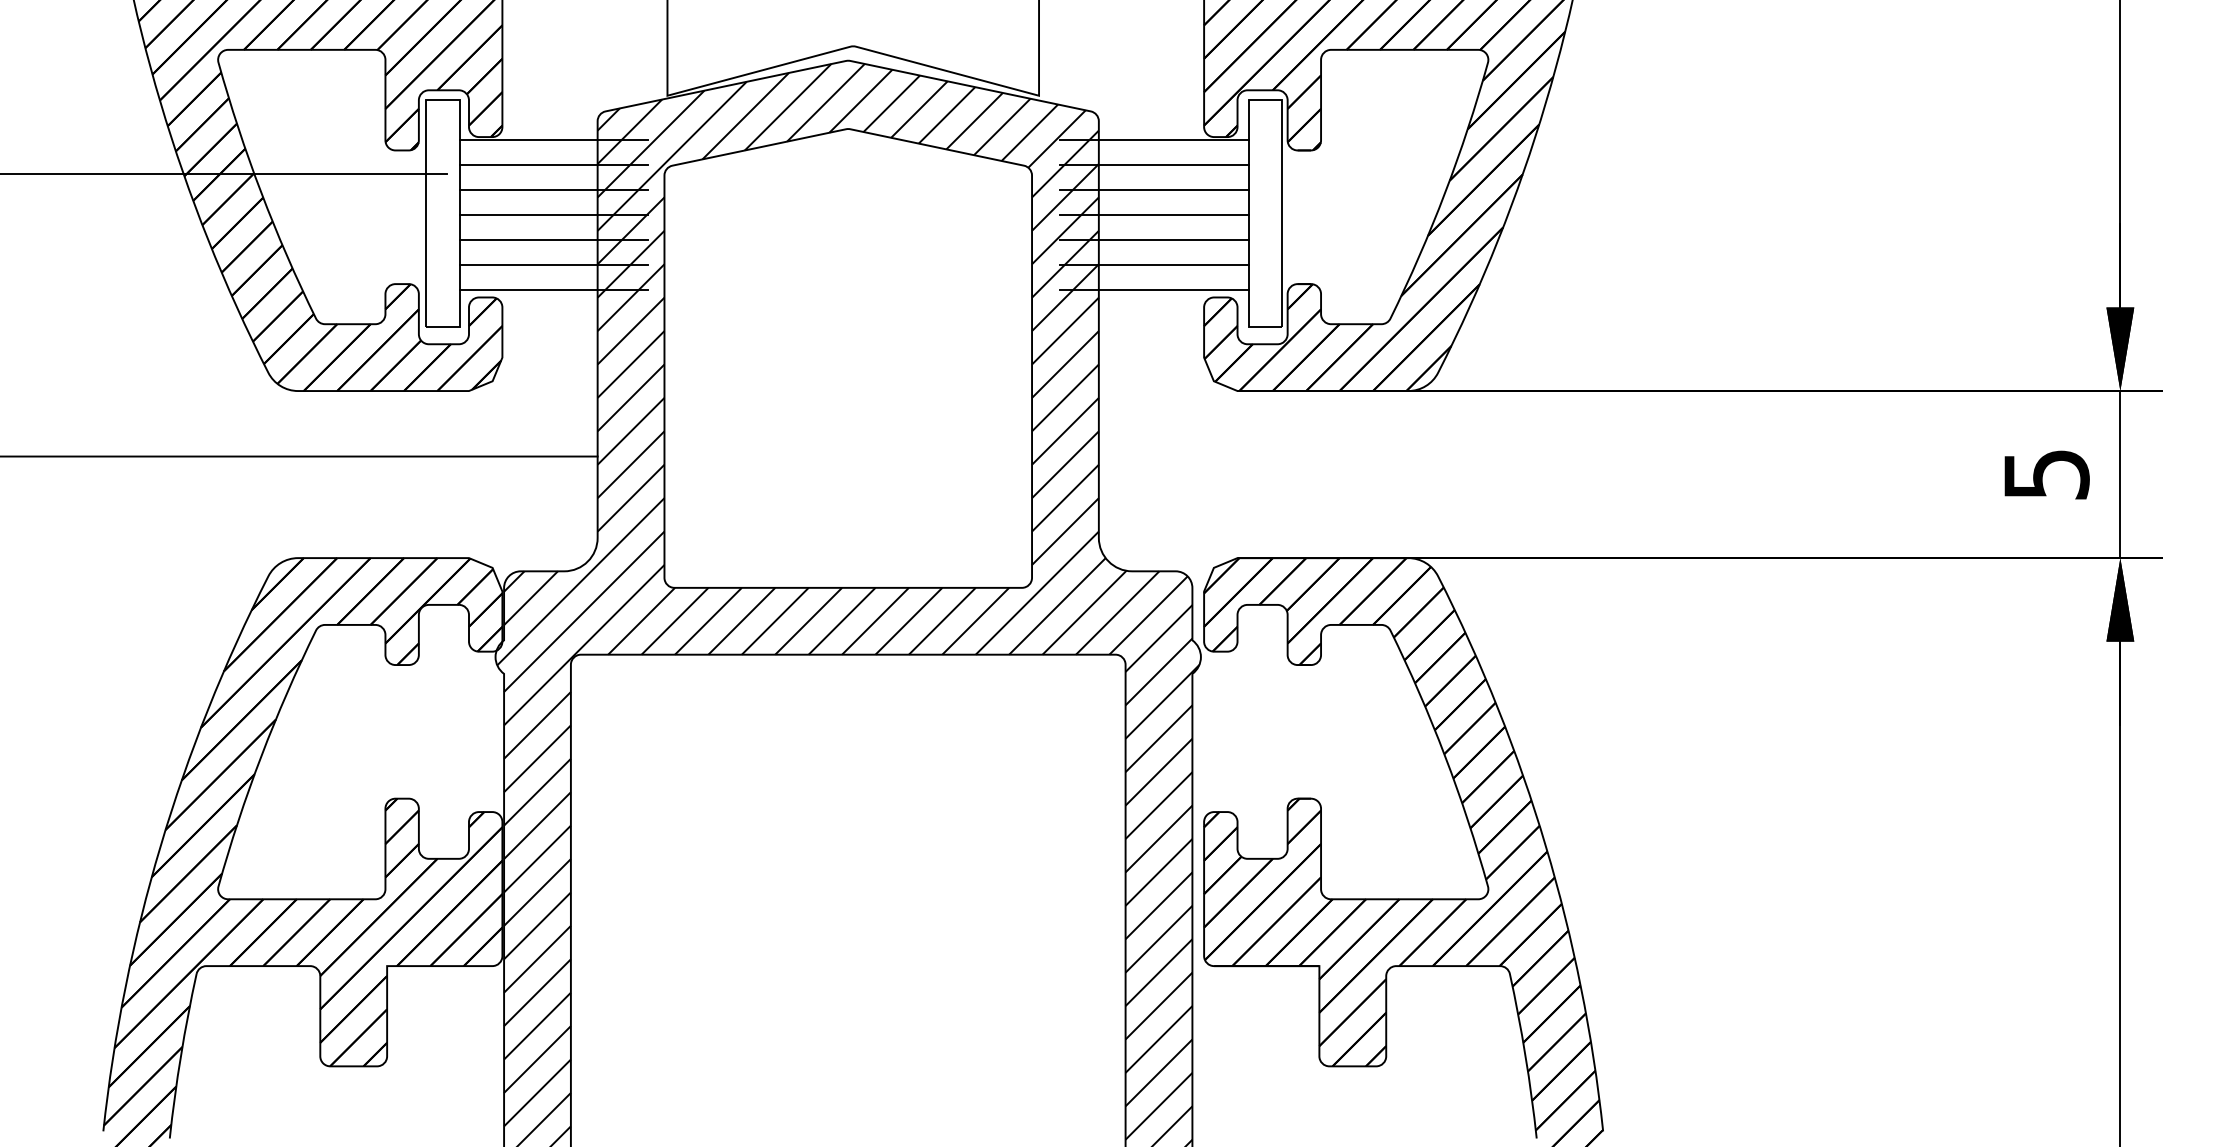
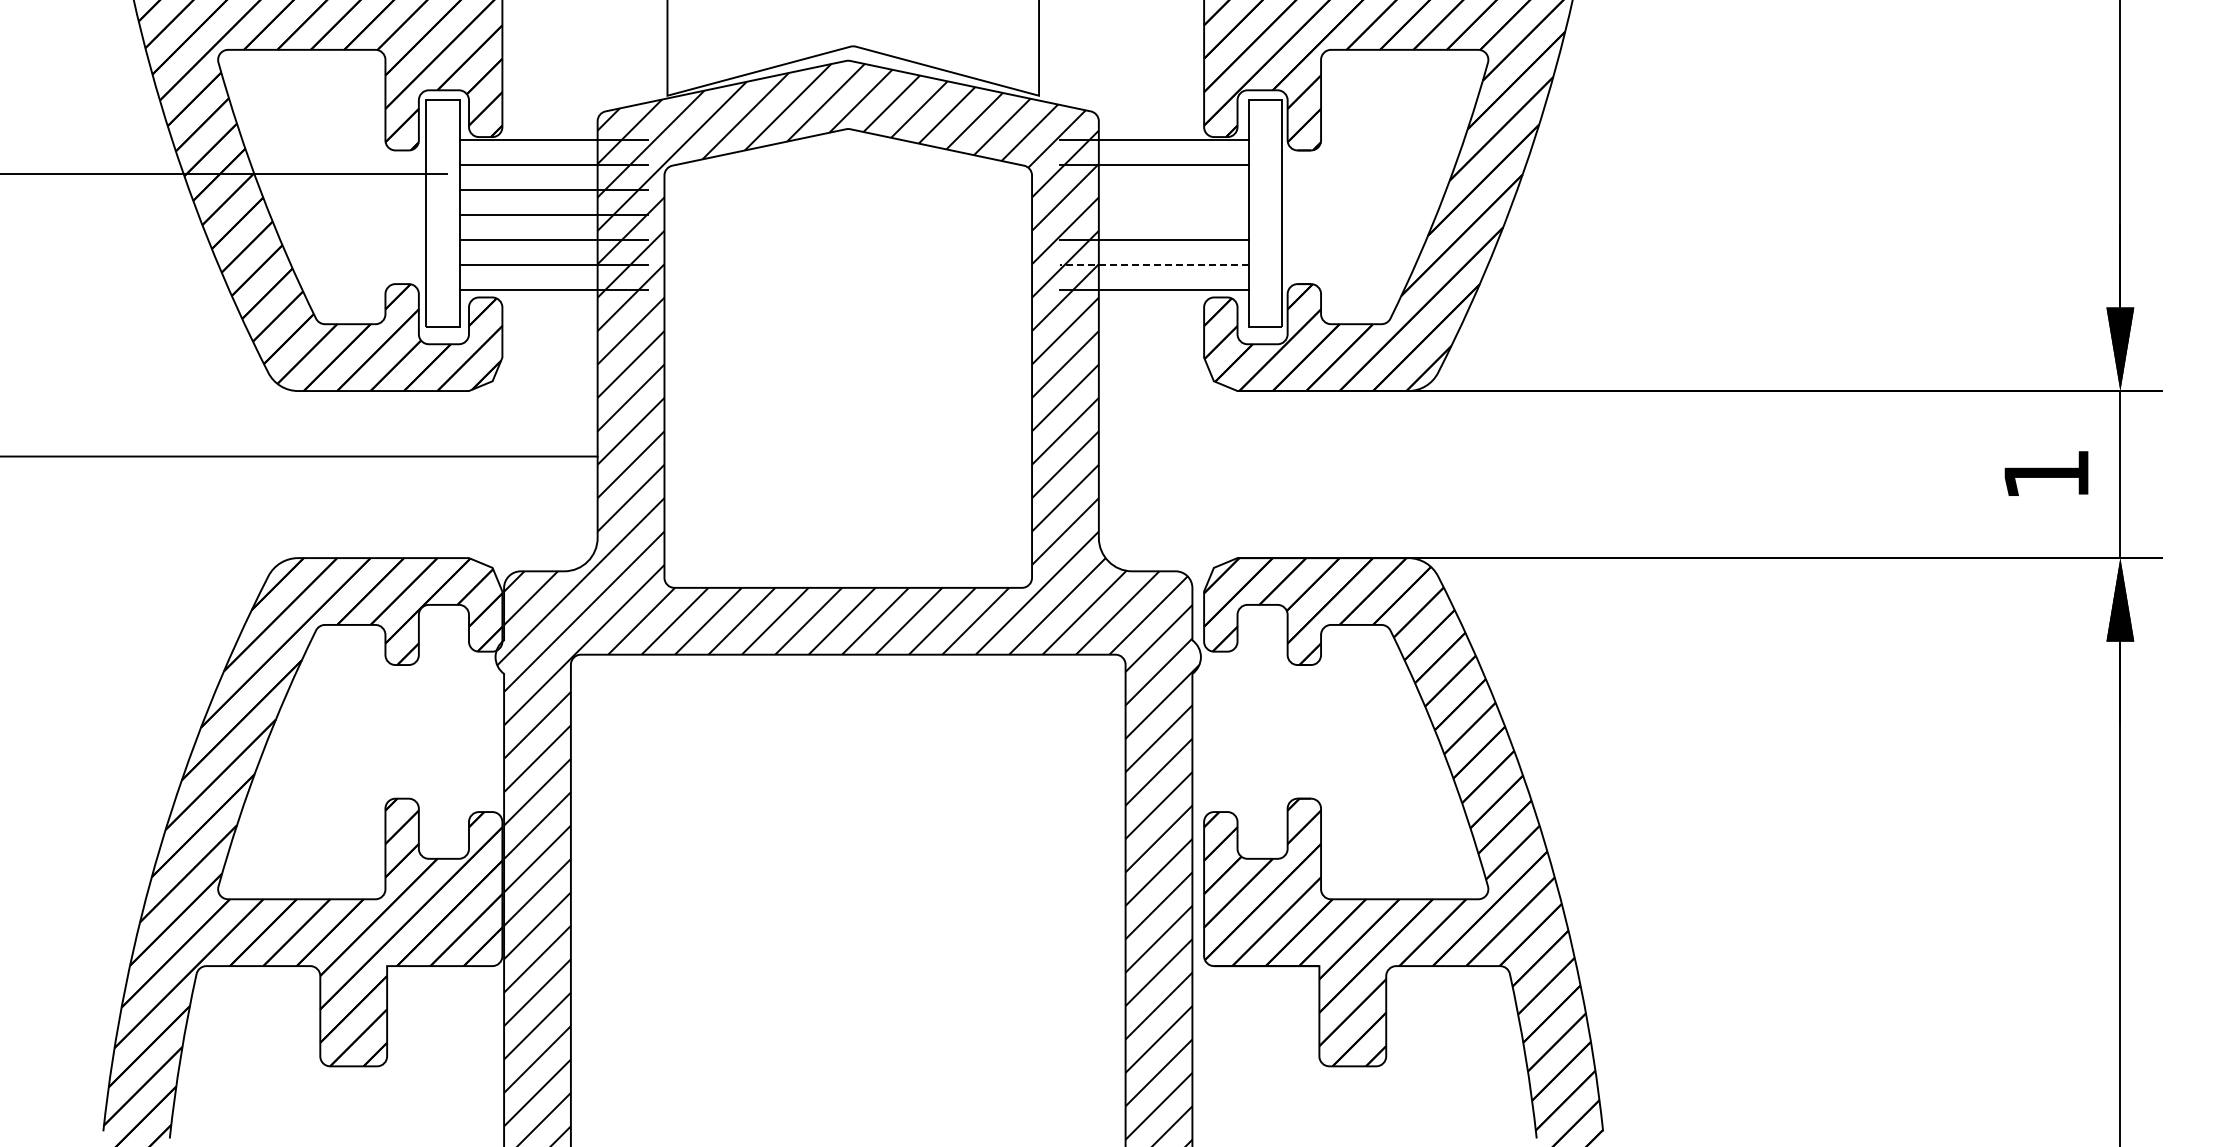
line at (1153, 189): present -> none
line at (1153, 214): present -> none
line at (1153, 264): solid -> dashed
text at (2046, 474): 5 -> 1
